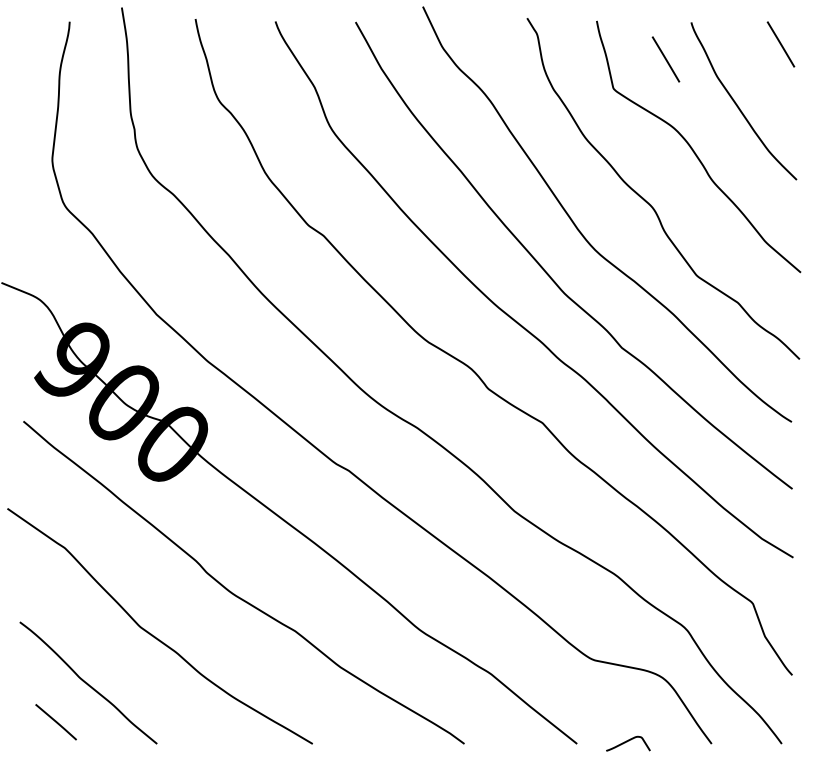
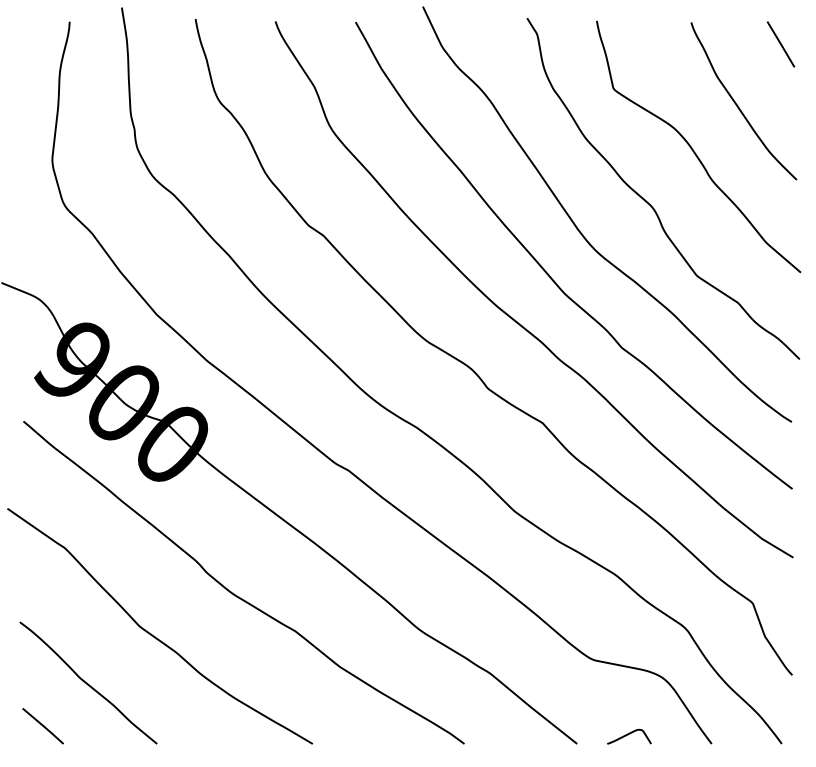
line at (665, 59): present -> none
line at (55, 722) position: (55, 722) -> (42, 726)
curve at (627, 742) position: (627, 742) -> (628, 735)
